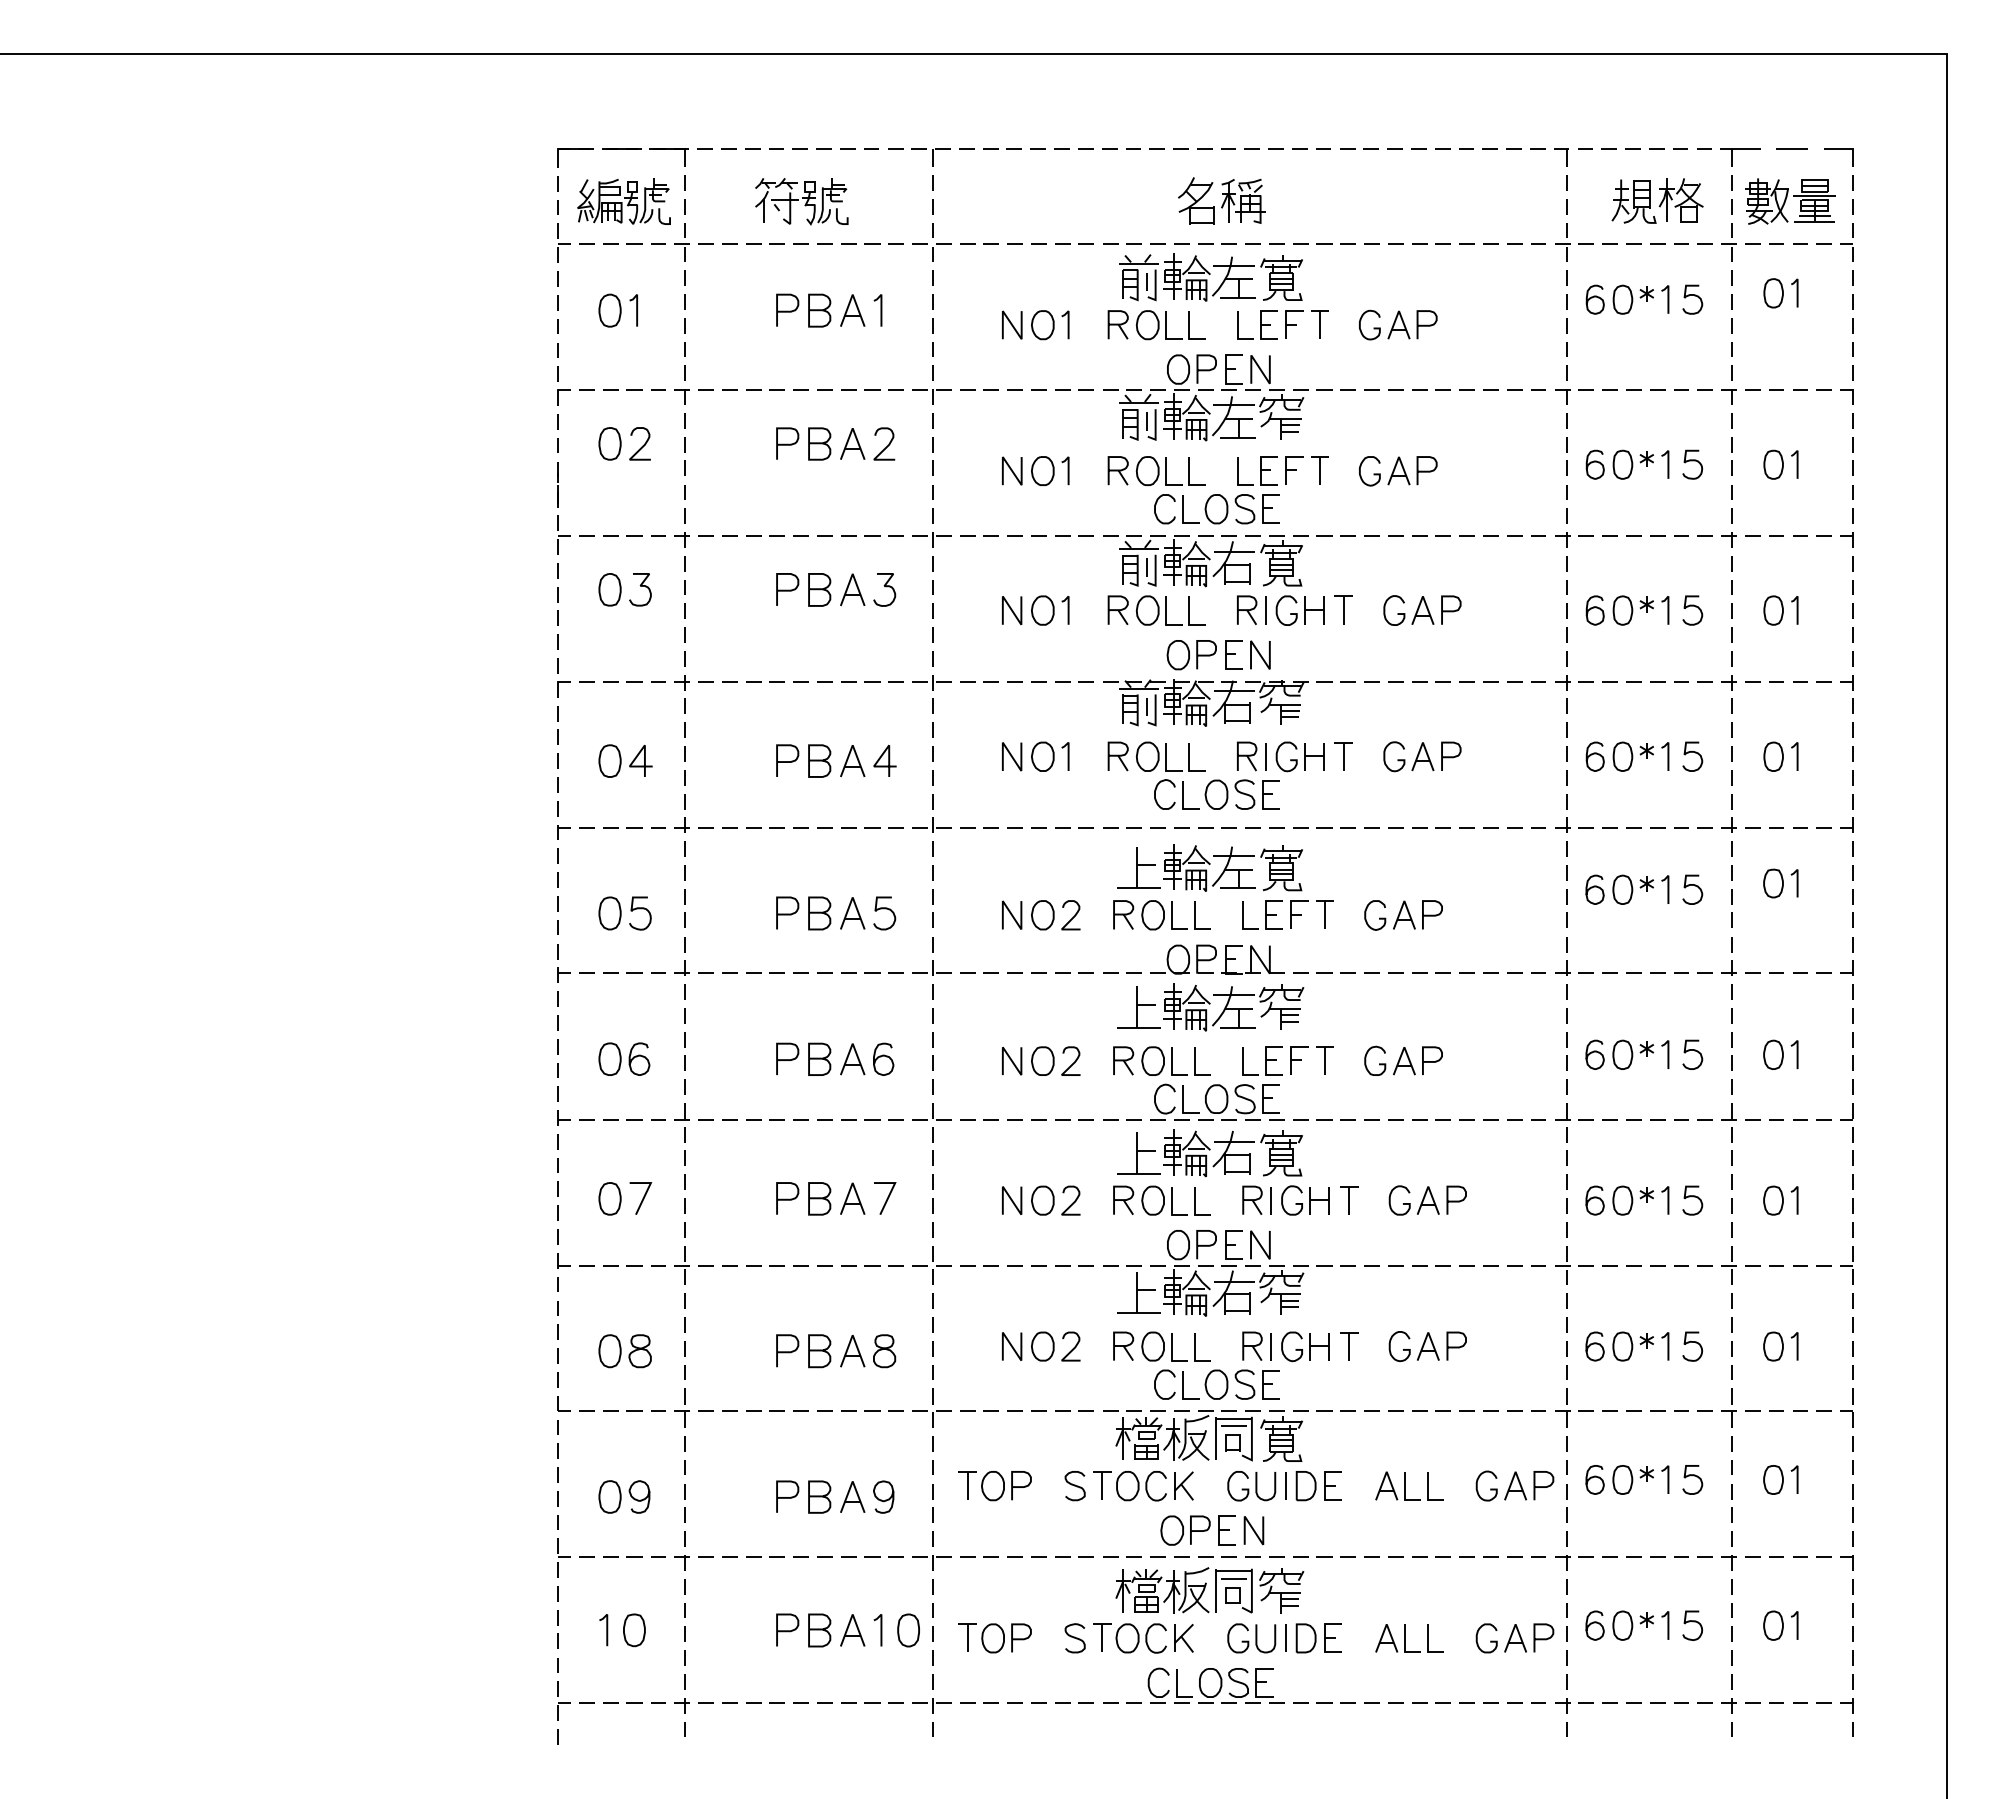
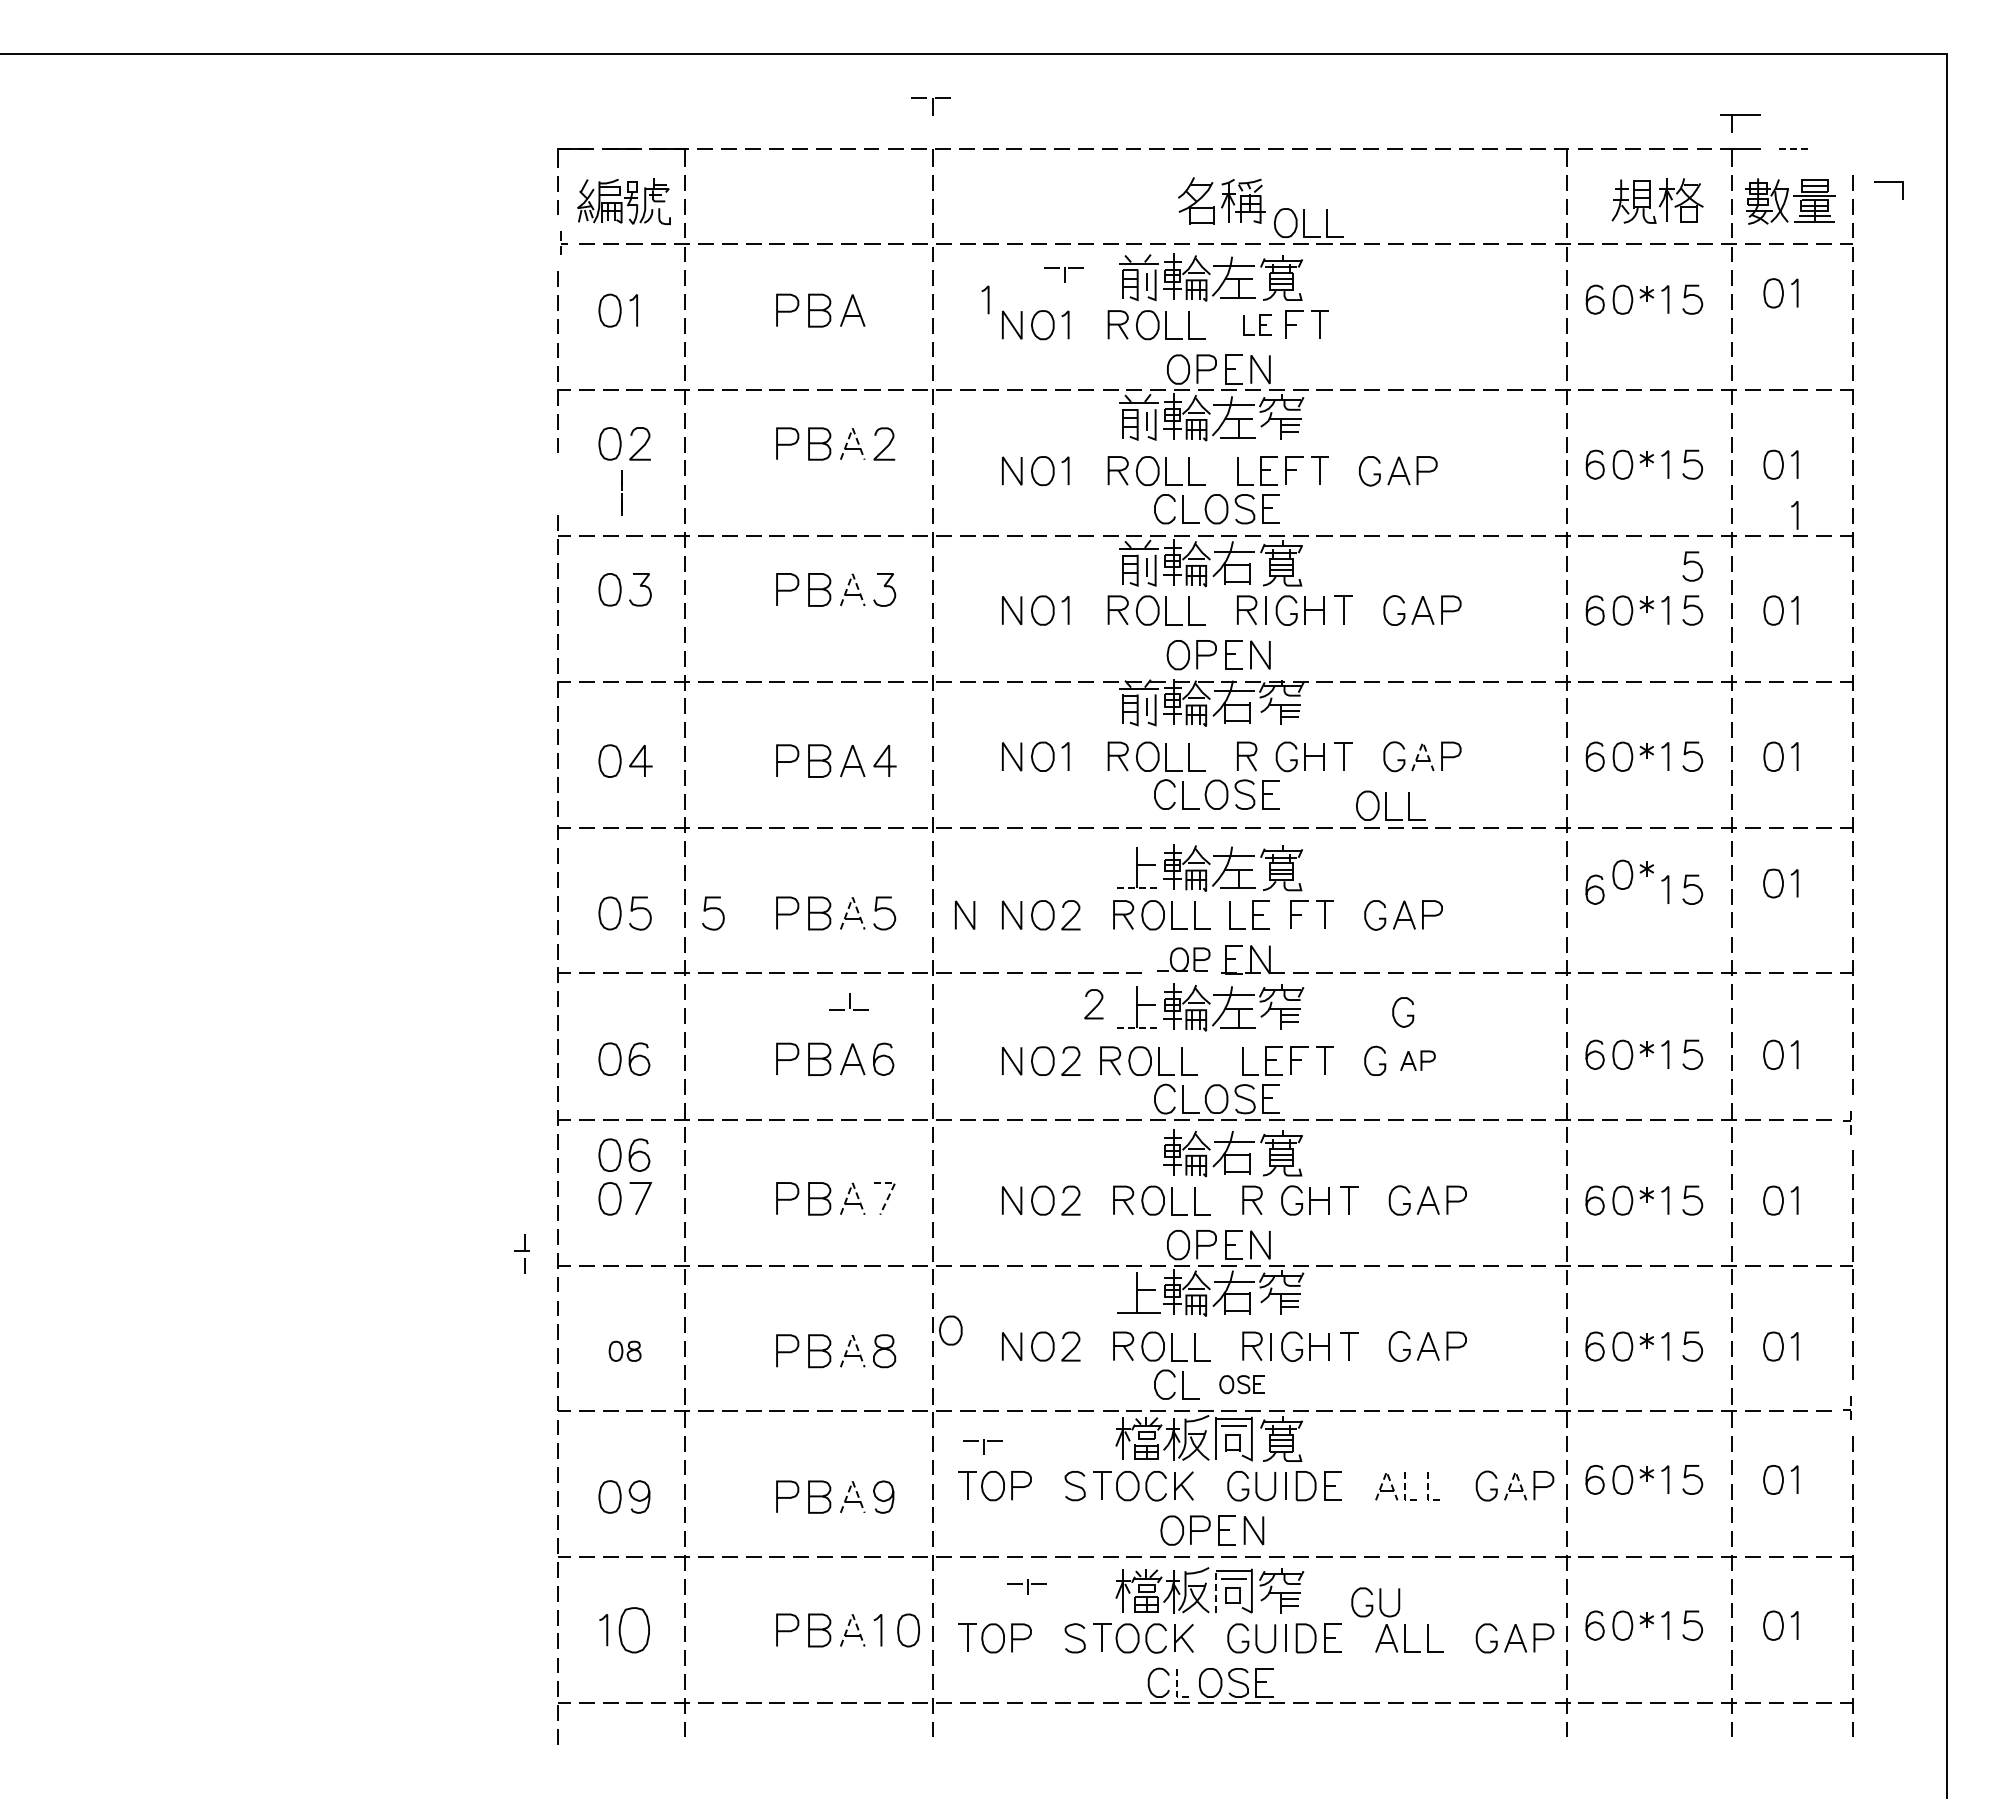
part at (930, 106): none -> present
part at (1740, 115): none -> present
line at (1792, 149): solid -> dashed
line at (1838, 149) position: (1838, 149) -> (1888, 182)
part at (801, 201): present -> none
part at (1308, 222): none -> present
part at (563, 242) size: 14x40 px -> 8x24 px
part at (1063, 274): none -> present
line at (987, 299): none -> present
line at (880, 310): present -> none
part at (1257, 324) size: 41x30 px -> 29x22 px
part at (1398, 324): present -> none
line at (852, 428): solid -> dashed
line at (557, 485) position: (557, 485) -> (621, 493)
line at (1796, 515): none -> present
curve at (1692, 562): none -> present
line at (852, 573): solid -> dashed
line at (1422, 742): solid -> dashed
line at (1265, 756): present -> none
part at (1390, 805): none -> present
line at (1138, 888): solid -> dashed
part at (1632, 889) position: (1632, 889) -> (1632, 874)
line at (852, 897): solid -> dashed
curve at (713, 909): none -> present
line at (965, 914): none -> present
part at (1262, 914) position: (1262, 914) -> (1249, 914)
part at (1183, 959) size: 67x31 px -> 54x25 px
part at (848, 1001): none -> present
curve at (1095, 1006): none -> present
curve at (1407, 1014): none -> present
line at (1138, 1027): solid -> dashed
part at (1161, 1060) position: (1161, 1060) -> (1148, 1060)
part at (1417, 1060) size: 50x30 px -> 36x21 px
part at (1846, 1122) size: 14x40 px -> 9x24 px
part at (1138, 1153): present -> none
part at (624, 1154): none -> present
line at (852, 1183): solid -> dashed
line at (892, 1189): solid -> dashed
line at (1270, 1200): present -> none
part at (521, 1253): none -> present
part at (950, 1330): none -> present
line at (852, 1335): solid -> dashed
part at (624, 1351) size: 54x35 px -> 34x22 px
part at (1241, 1384) size: 76x31 px -> 46x19 px
part at (1846, 1407) size: 14x40 px -> 9x24 px
part at (982, 1446): none -> present
line at (1386, 1471): solid -> dashed
line at (1515, 1471): solid -> dashed
line at (852, 1481): solid -> dashed
line at (1405, 1495): solid -> dashed
line at (1428, 1495): solid -> dashed
part at (1026, 1586): none -> present
line at (1216, 1590): solid -> dashed
part at (1375, 1602): none -> present
line at (852, 1614): solid -> dashed
part at (634, 1630) size: 23x35 px -> 32x47 px
line at (1176, 1692): solid -> dashed
